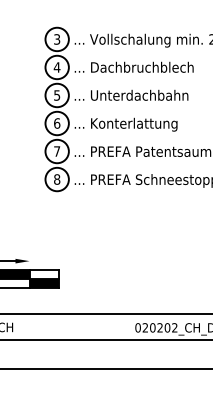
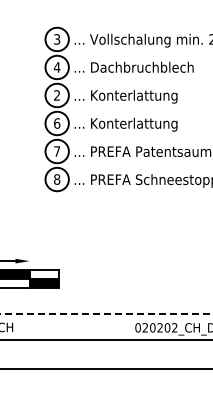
text at (57, 95): 5 -> 2
text at (139, 96): ... Unterdachbahn -> ... Konterlattung
line at (106, 313): solid -> dashed
